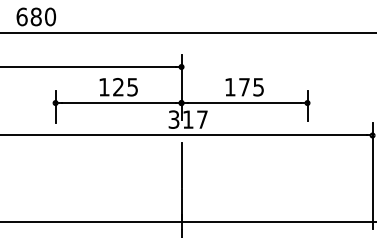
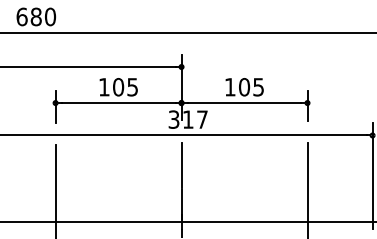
text at (118, 87): 125 -> 105
text at (244, 87): 175 -> 105
line at (307, 188): none -> present
line at (55, 189): none -> present
